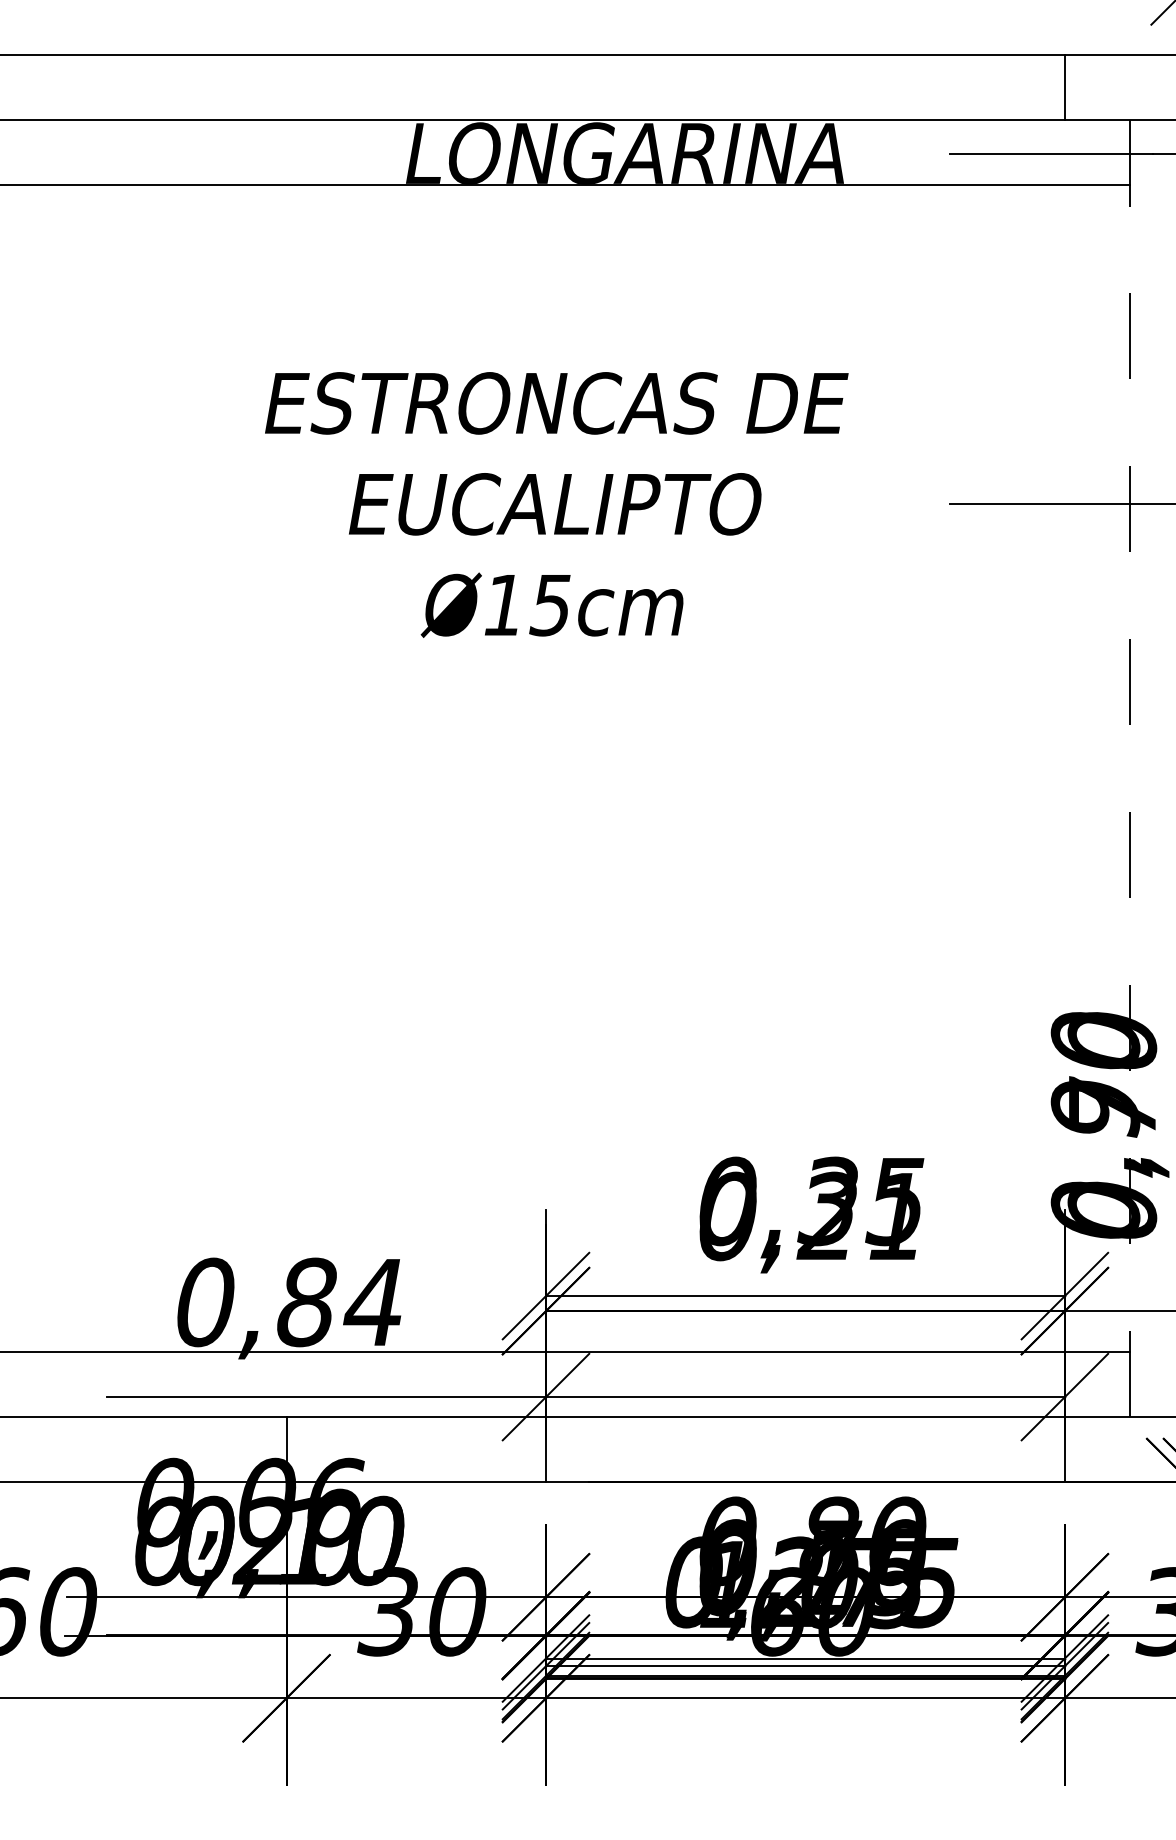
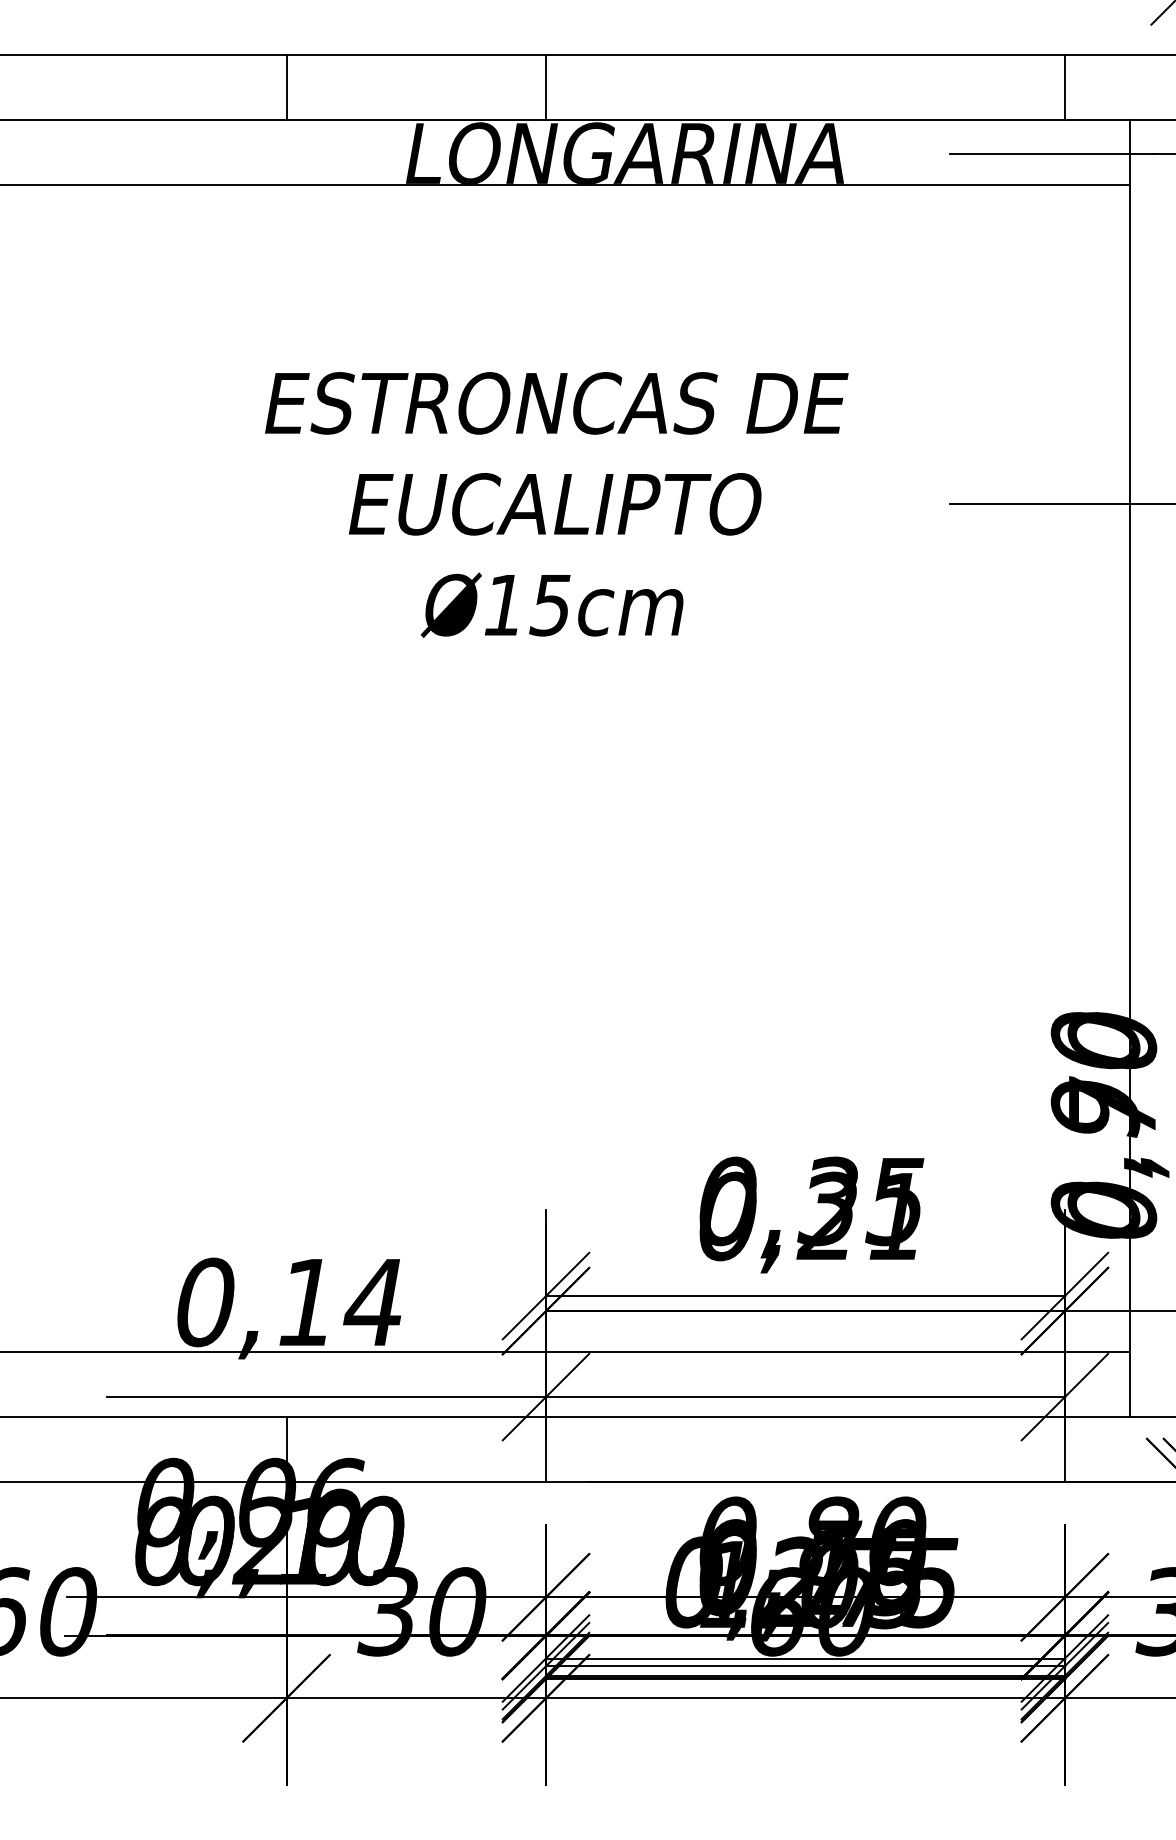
line at (286, 87): none -> present
line at (545, 87): none -> present
line at (1129, 768): dashed -> solid
text at (306, 1302): 0,84 -> 0,14
